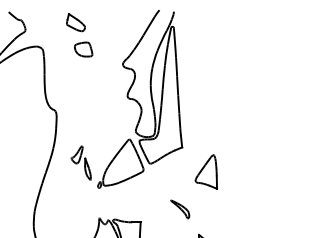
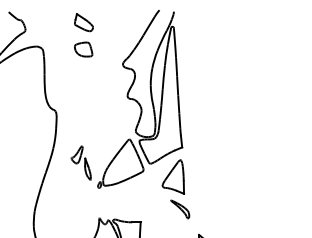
part at (75, 22) position: (75, 22) -> (83, 22)
part at (205, 171) position: (205, 171) -> (172, 176)
